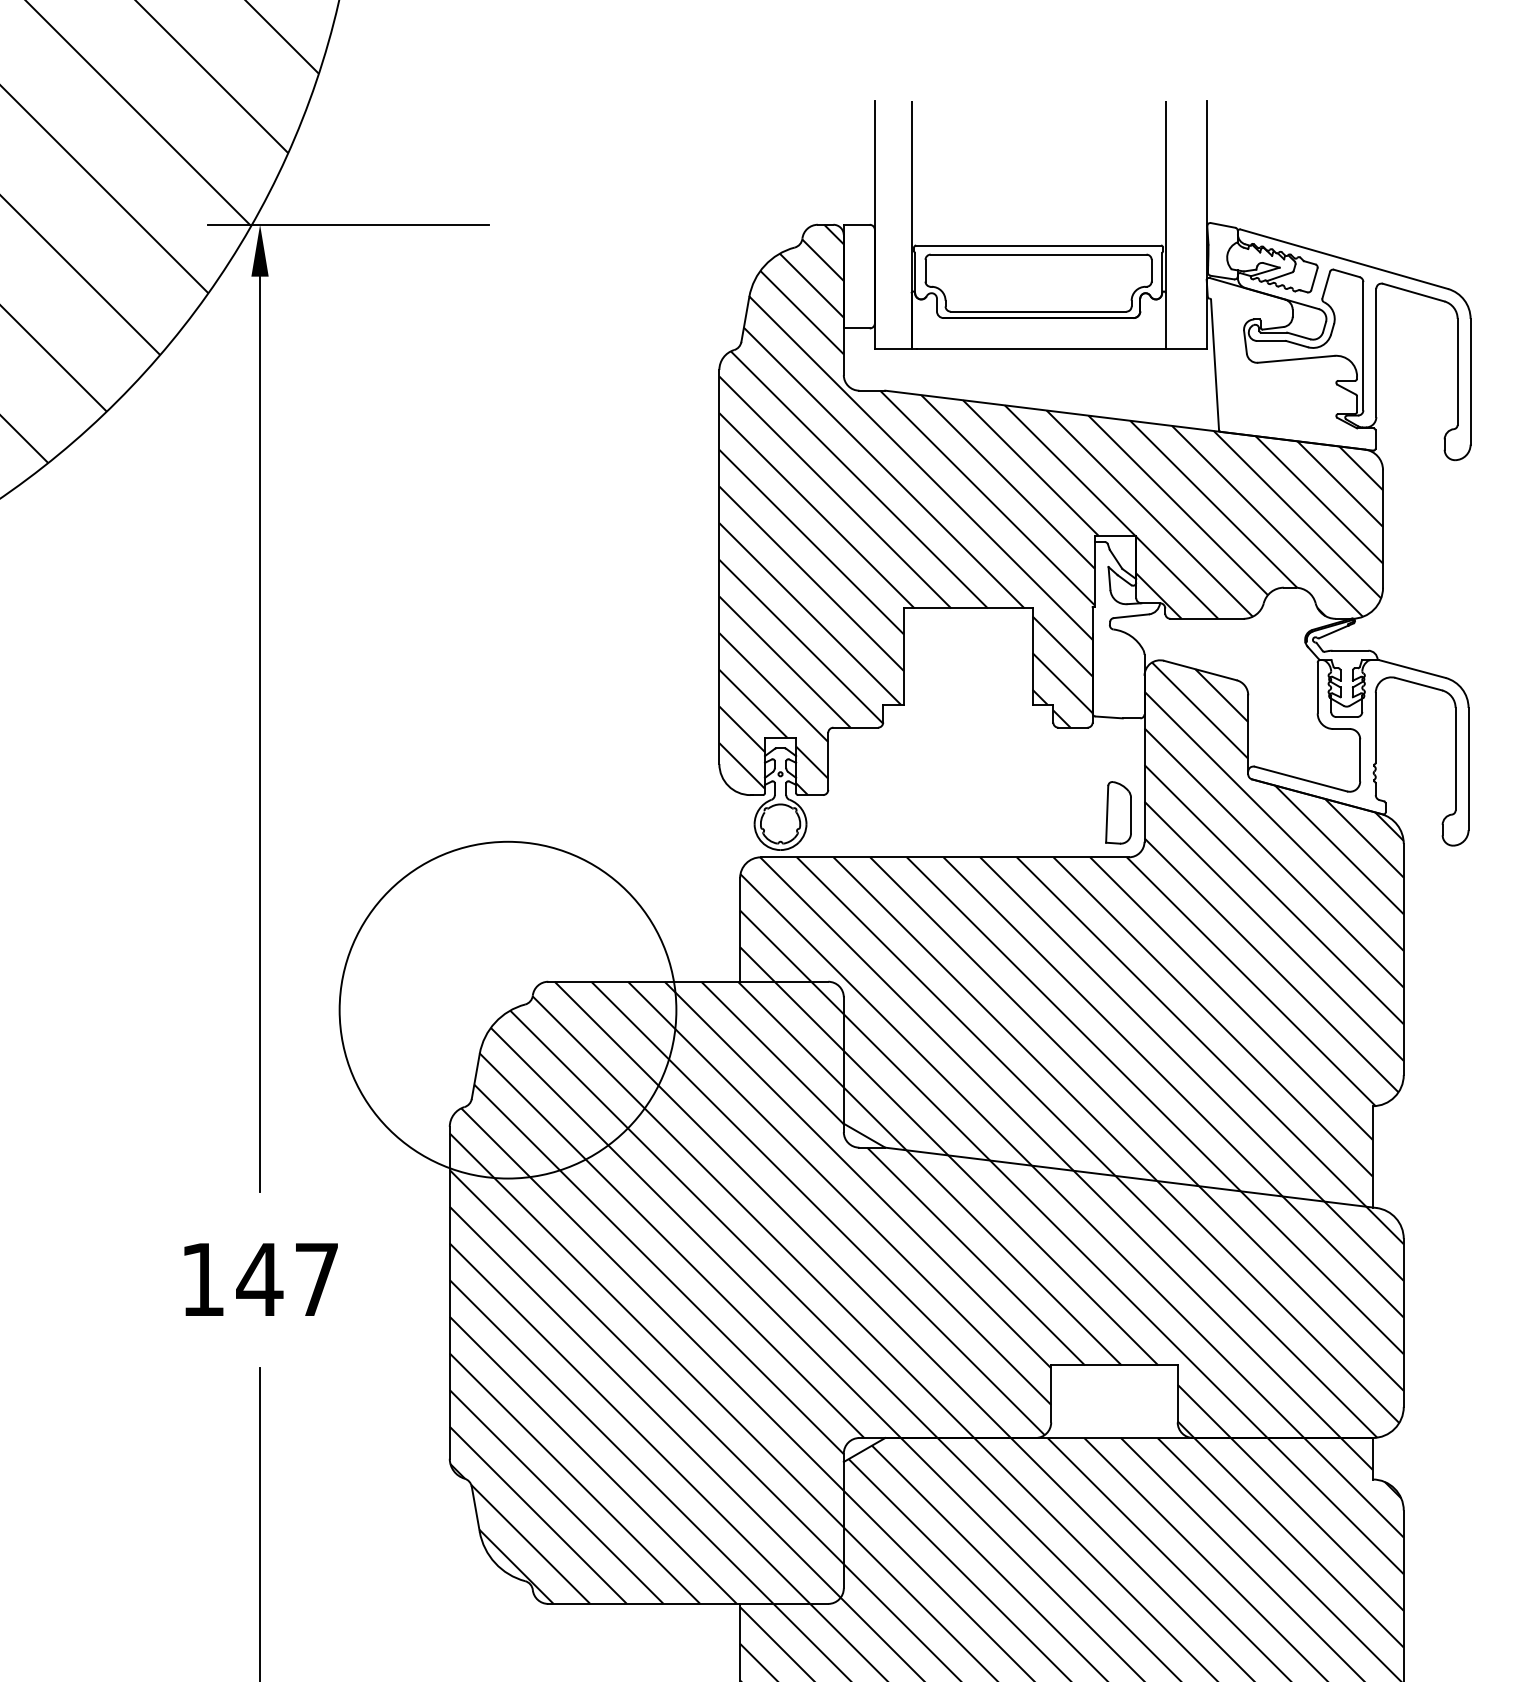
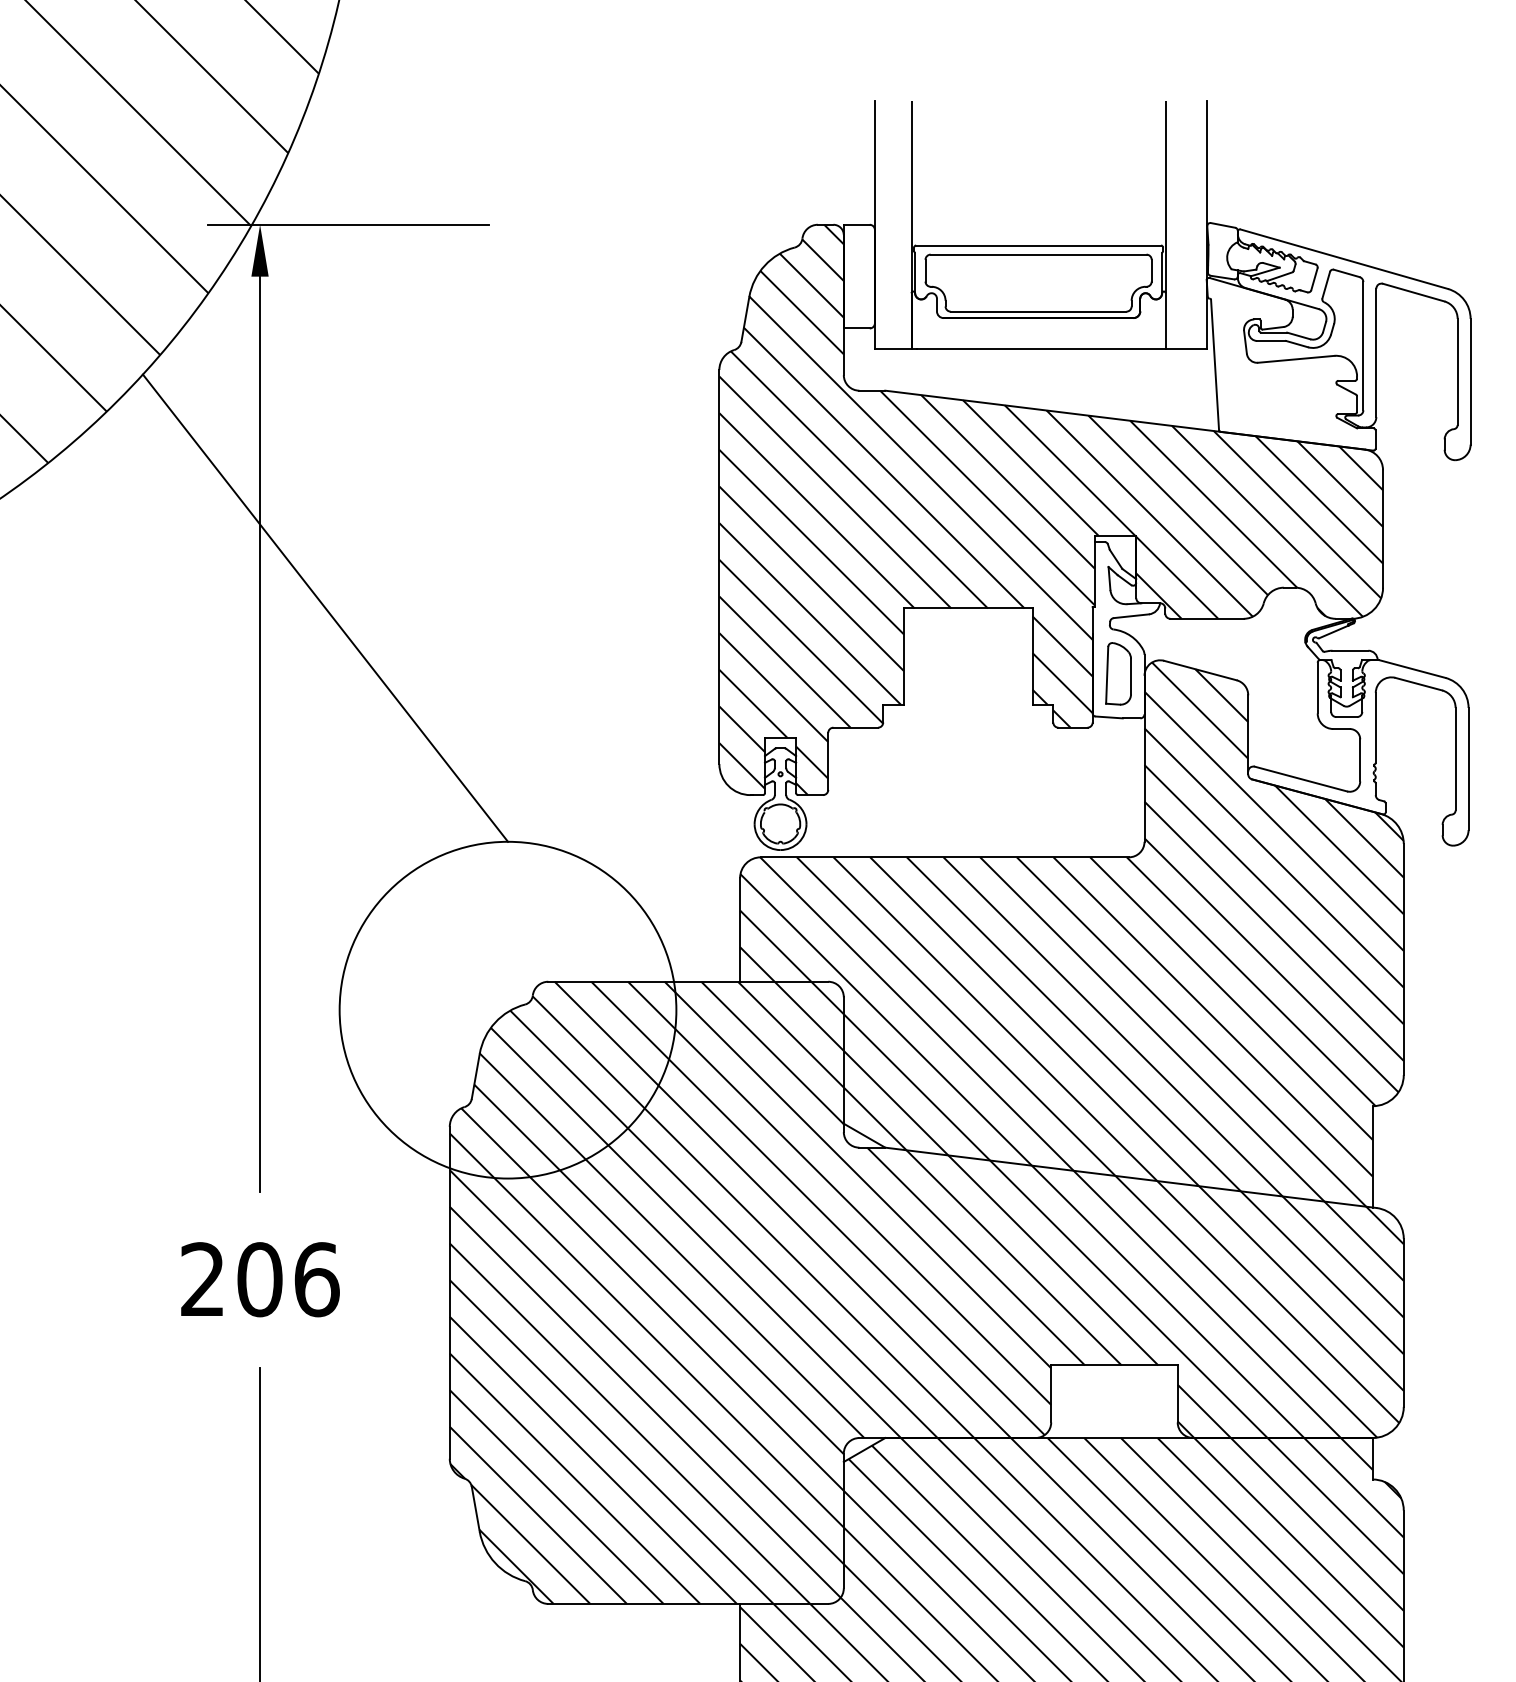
line at (325, 607): none -> present
part at (1118, 812) position: (1118, 812) -> (1118, 673)
text at (260, 1279): 147 -> 206
